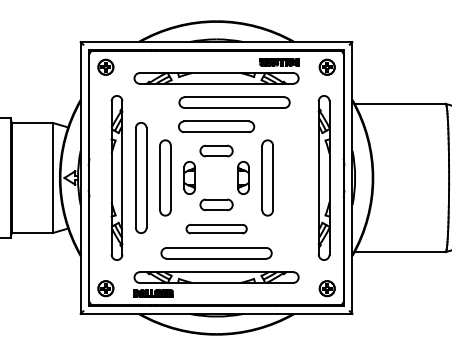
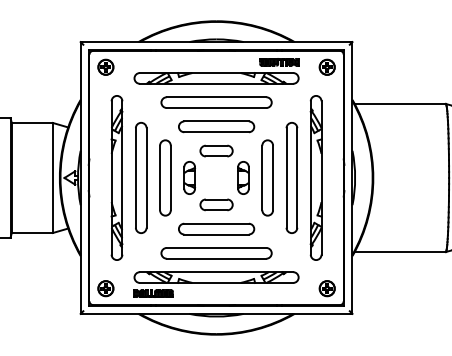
part at (234, 102) position: (234, 102) -> (216, 102)
part at (291, 177): none -> present
part at (323, 177) position: (323, 177) -> (315, 177)
part at (216, 229) size: 63x11 px -> 78x14 px
